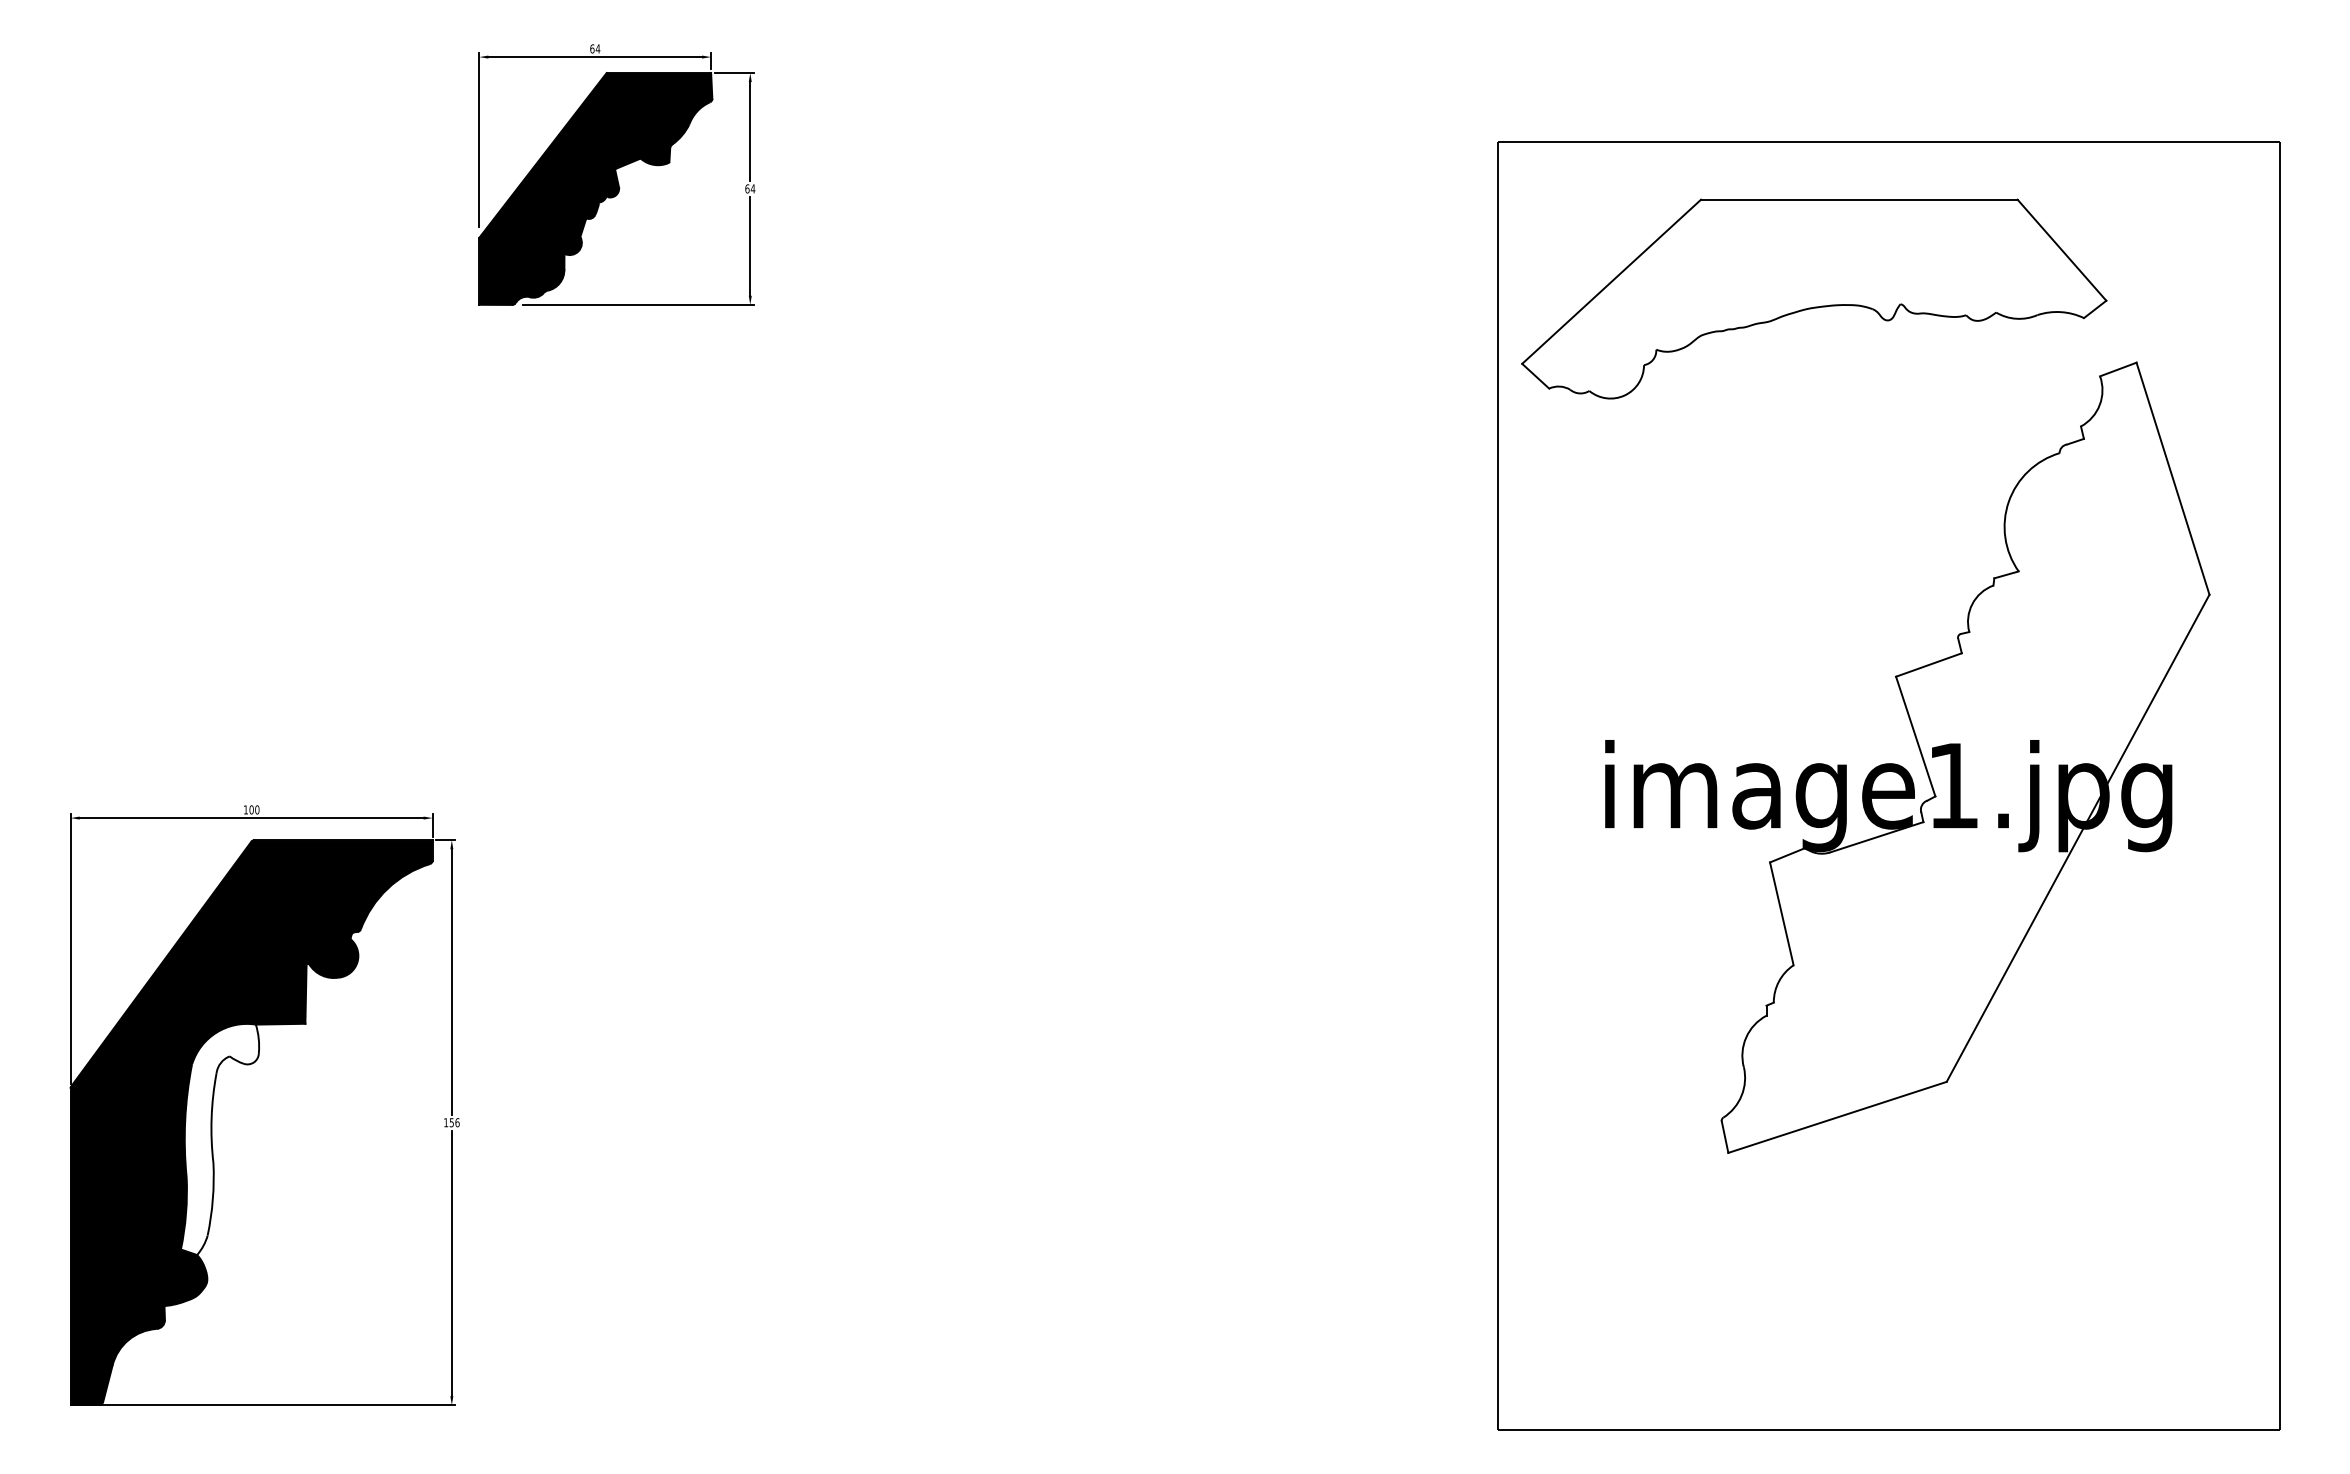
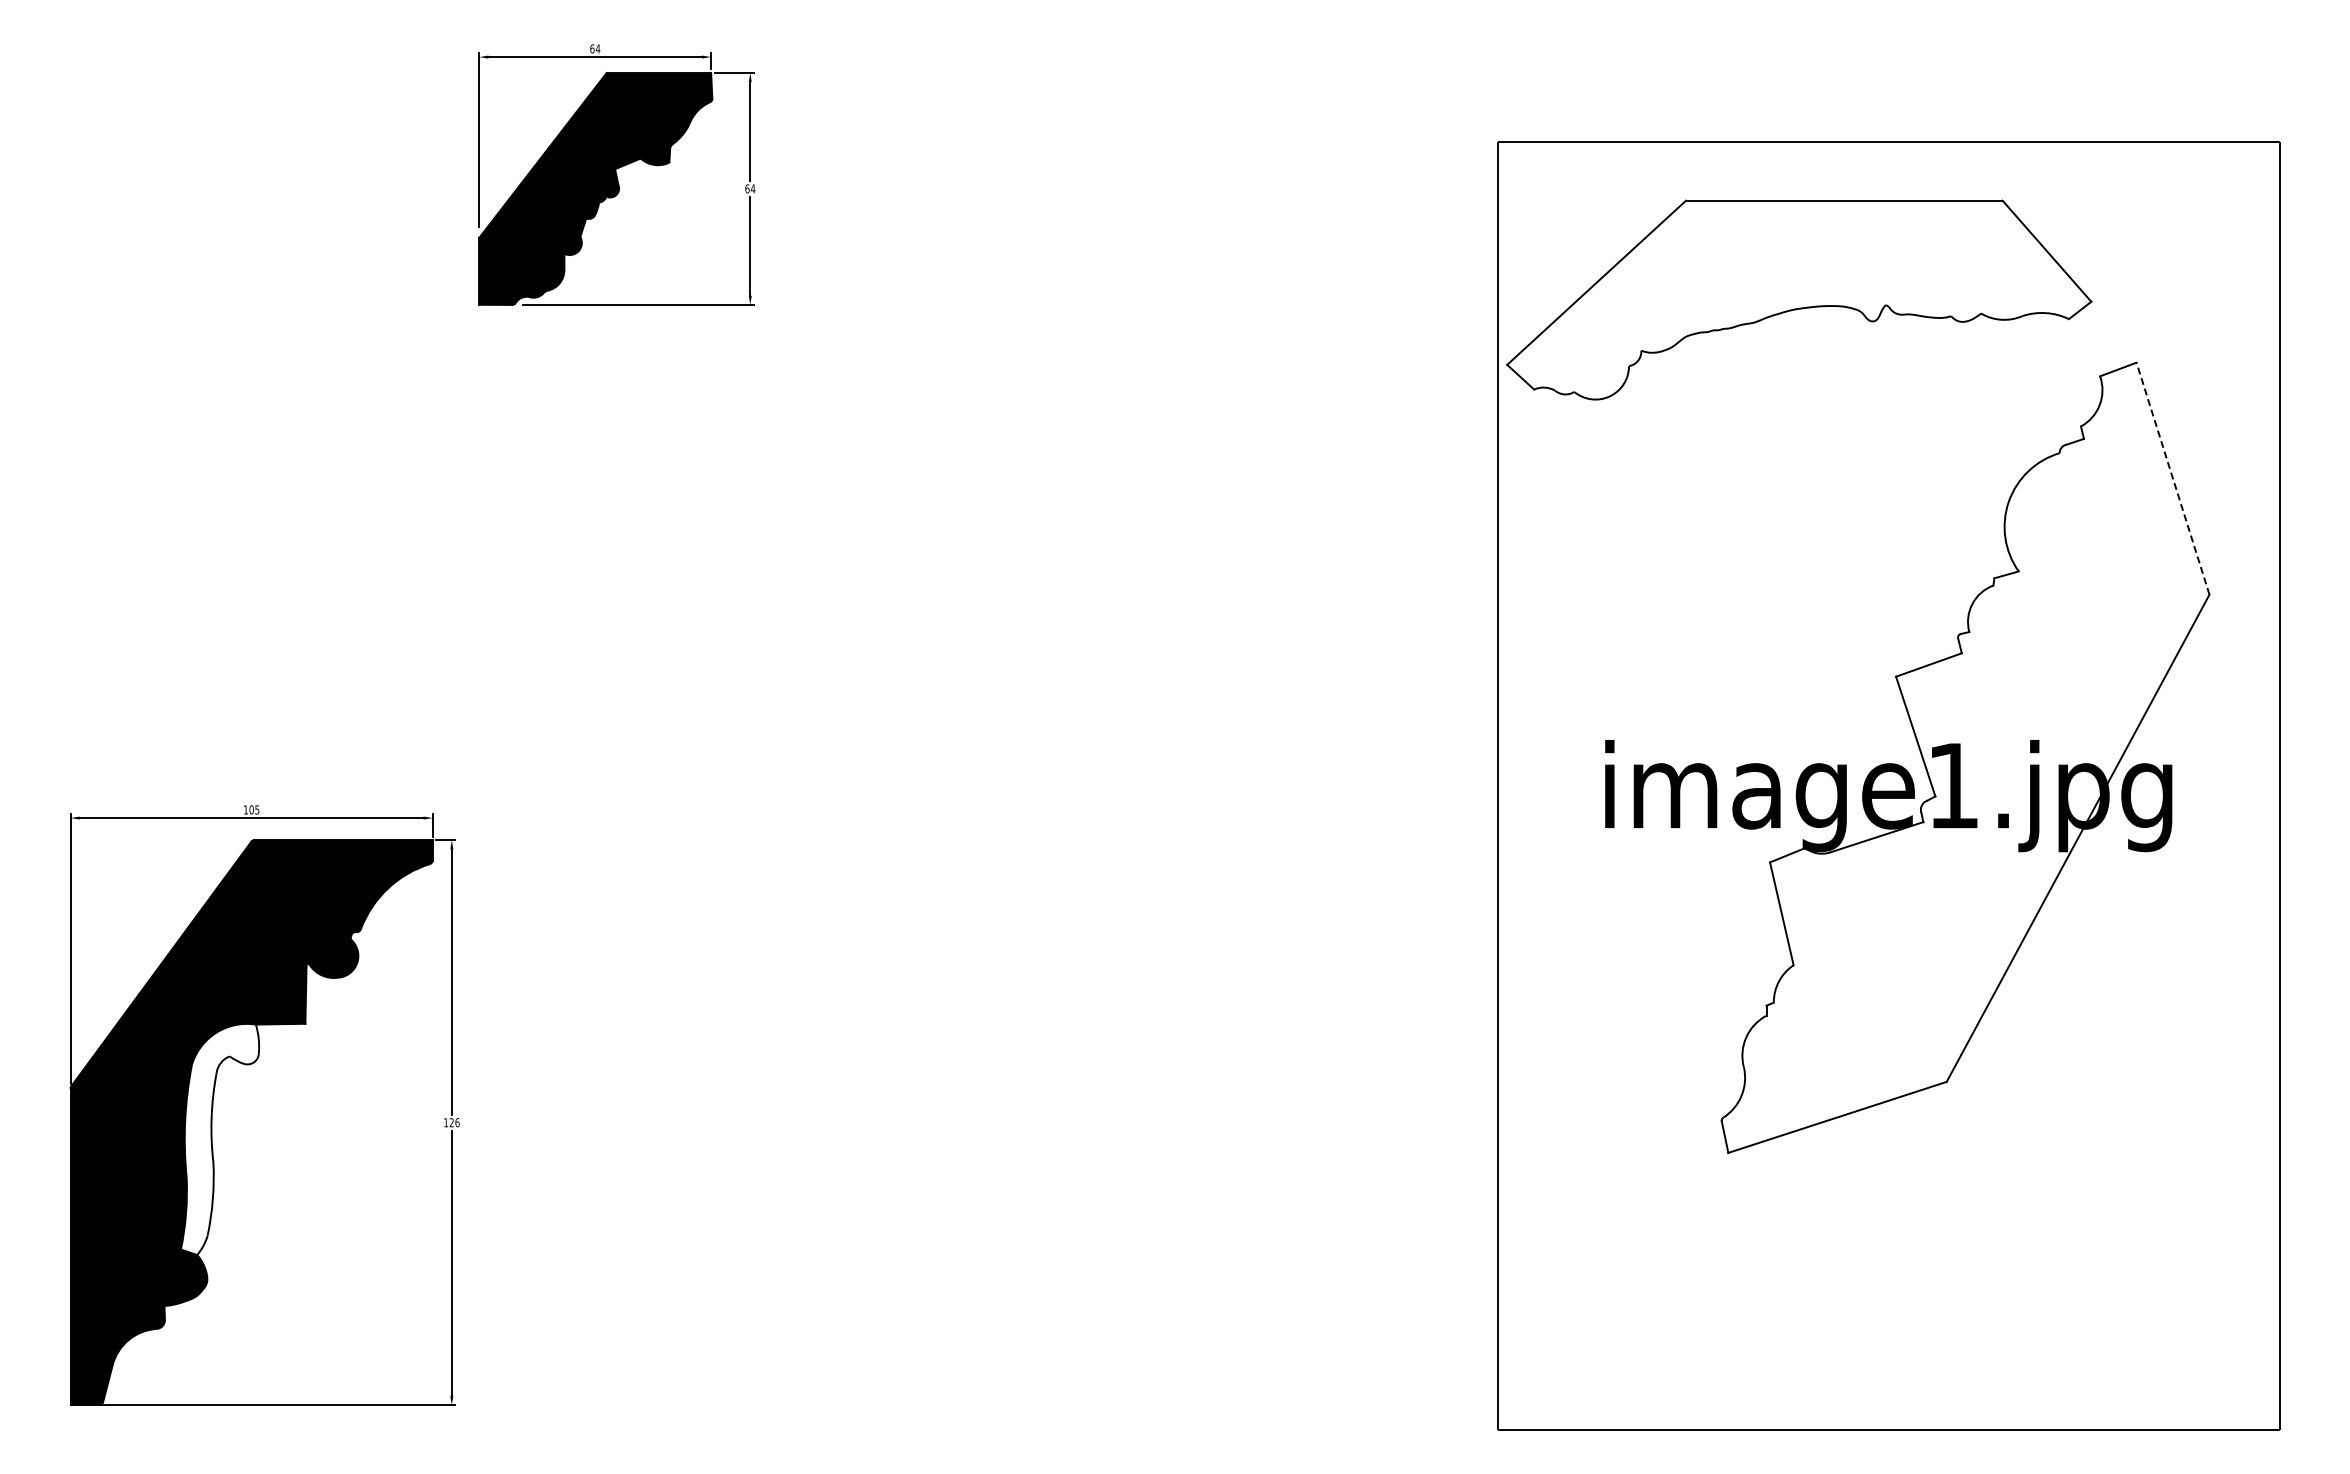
part at (1814, 298) position: (1814, 298) -> (1799, 299)
line at (2173, 478): solid -> dashed
text at (257, 809): 100 -> 105
text at (451, 1122): 156 -> 126
